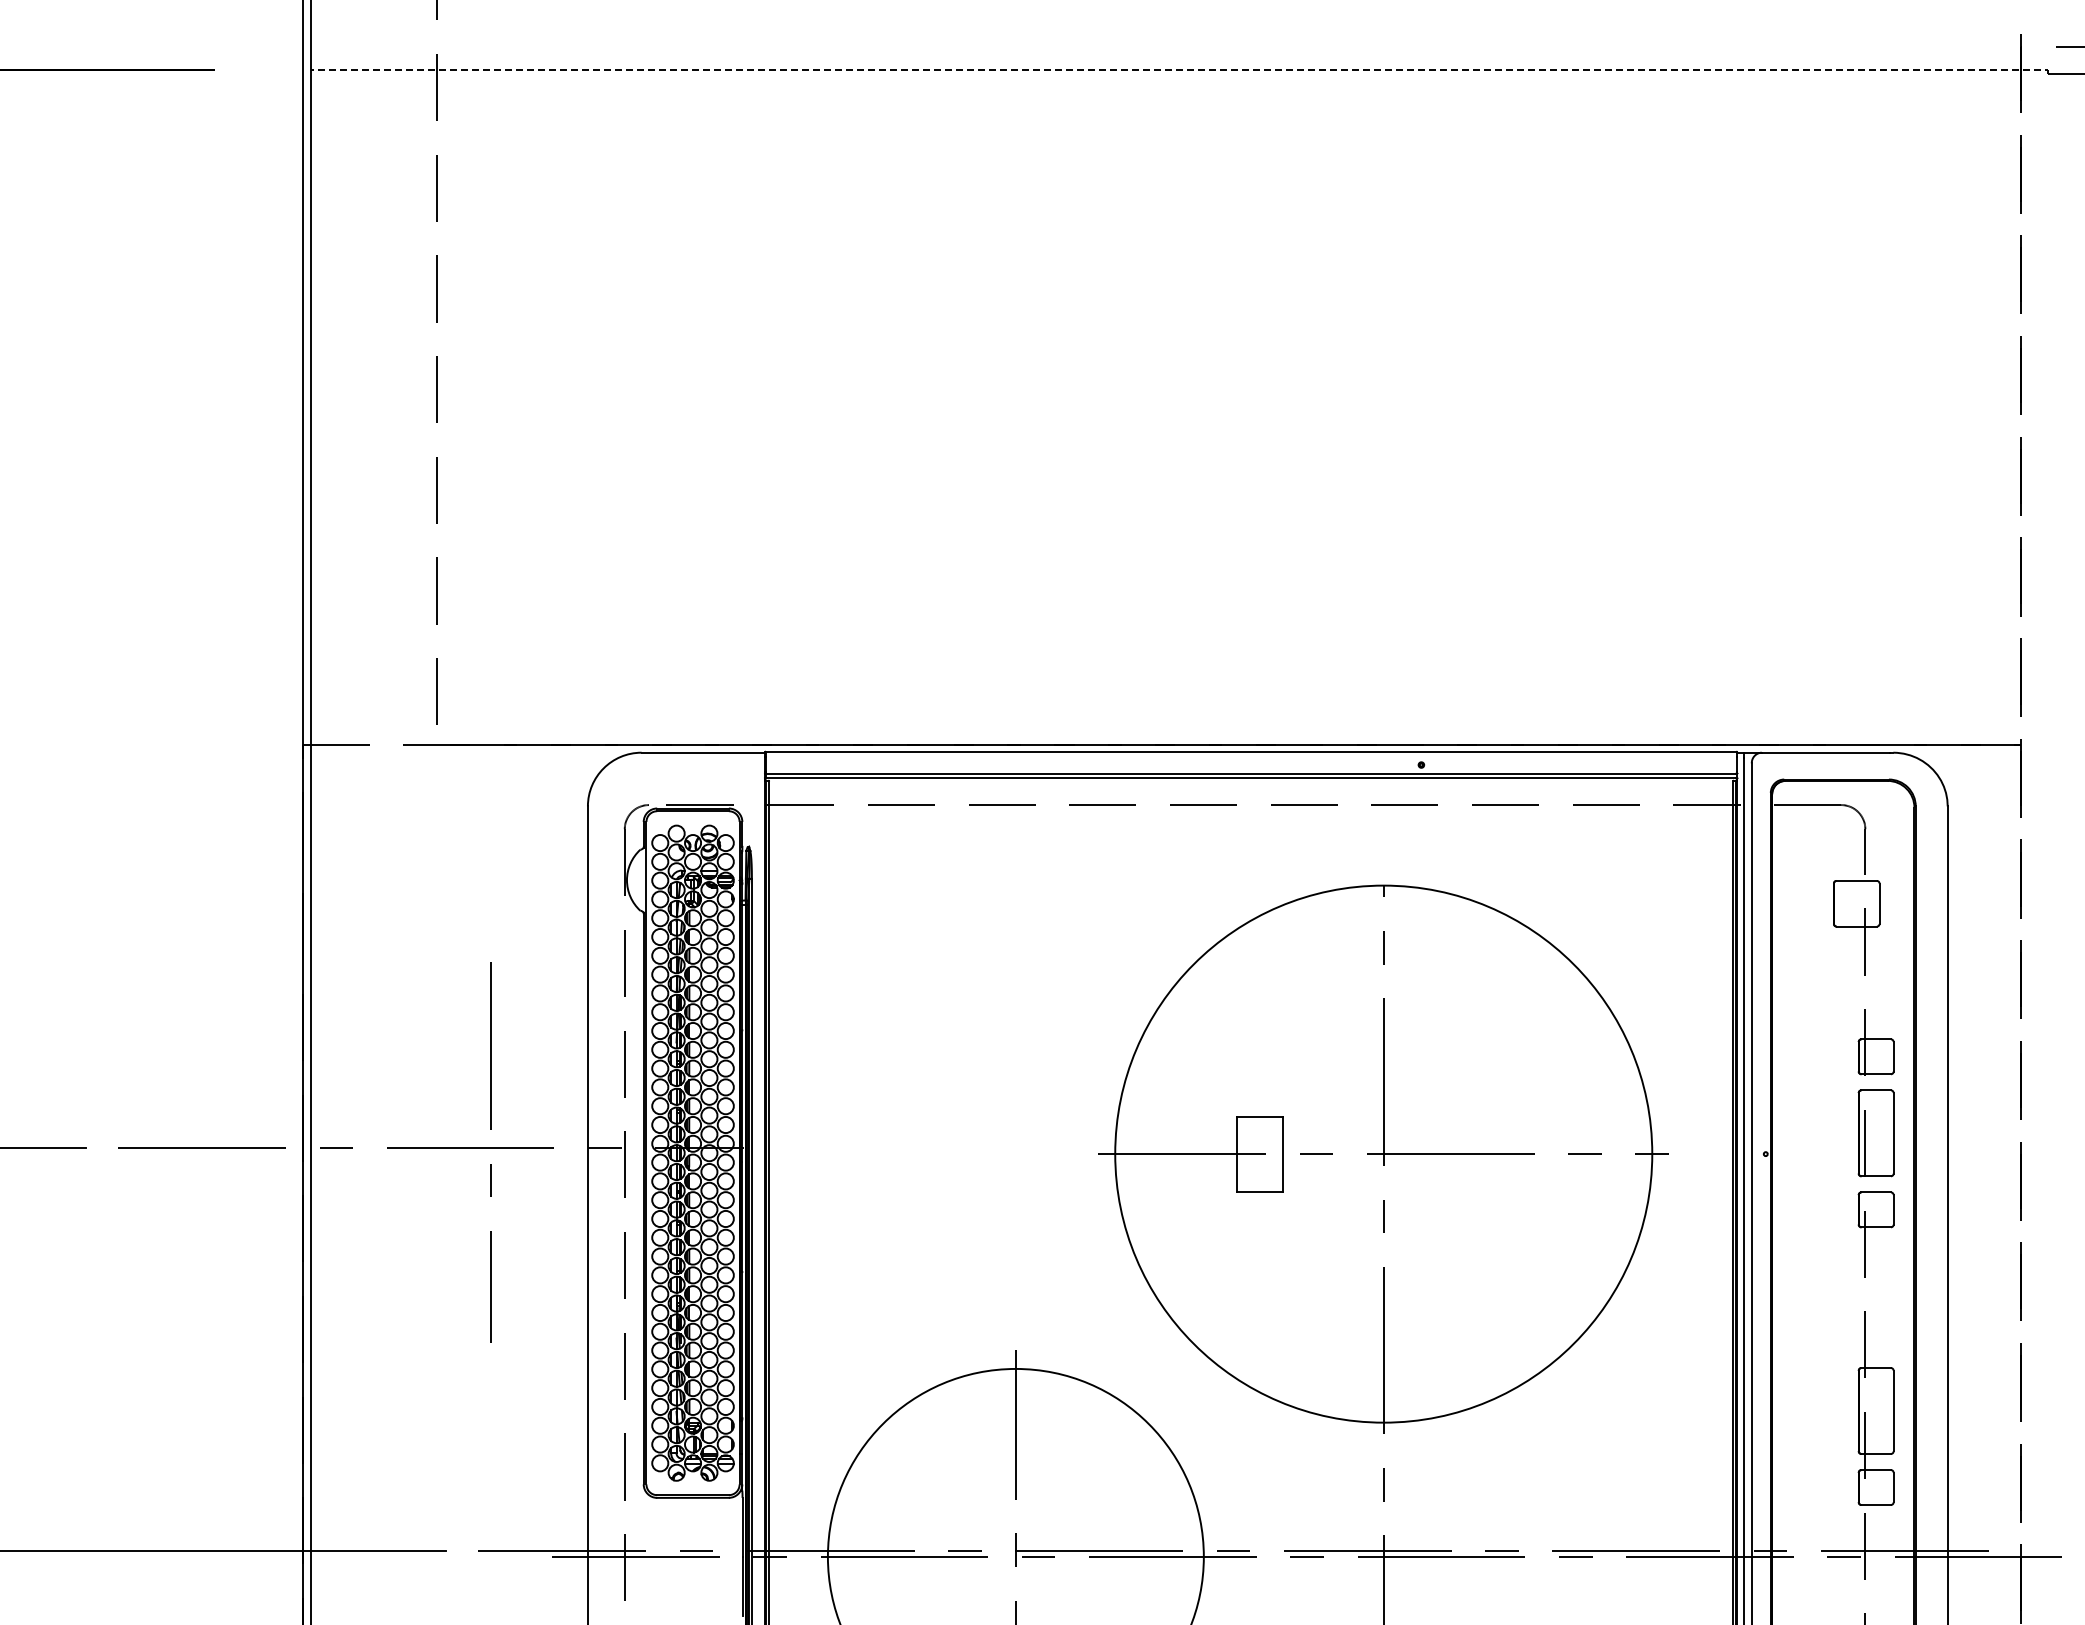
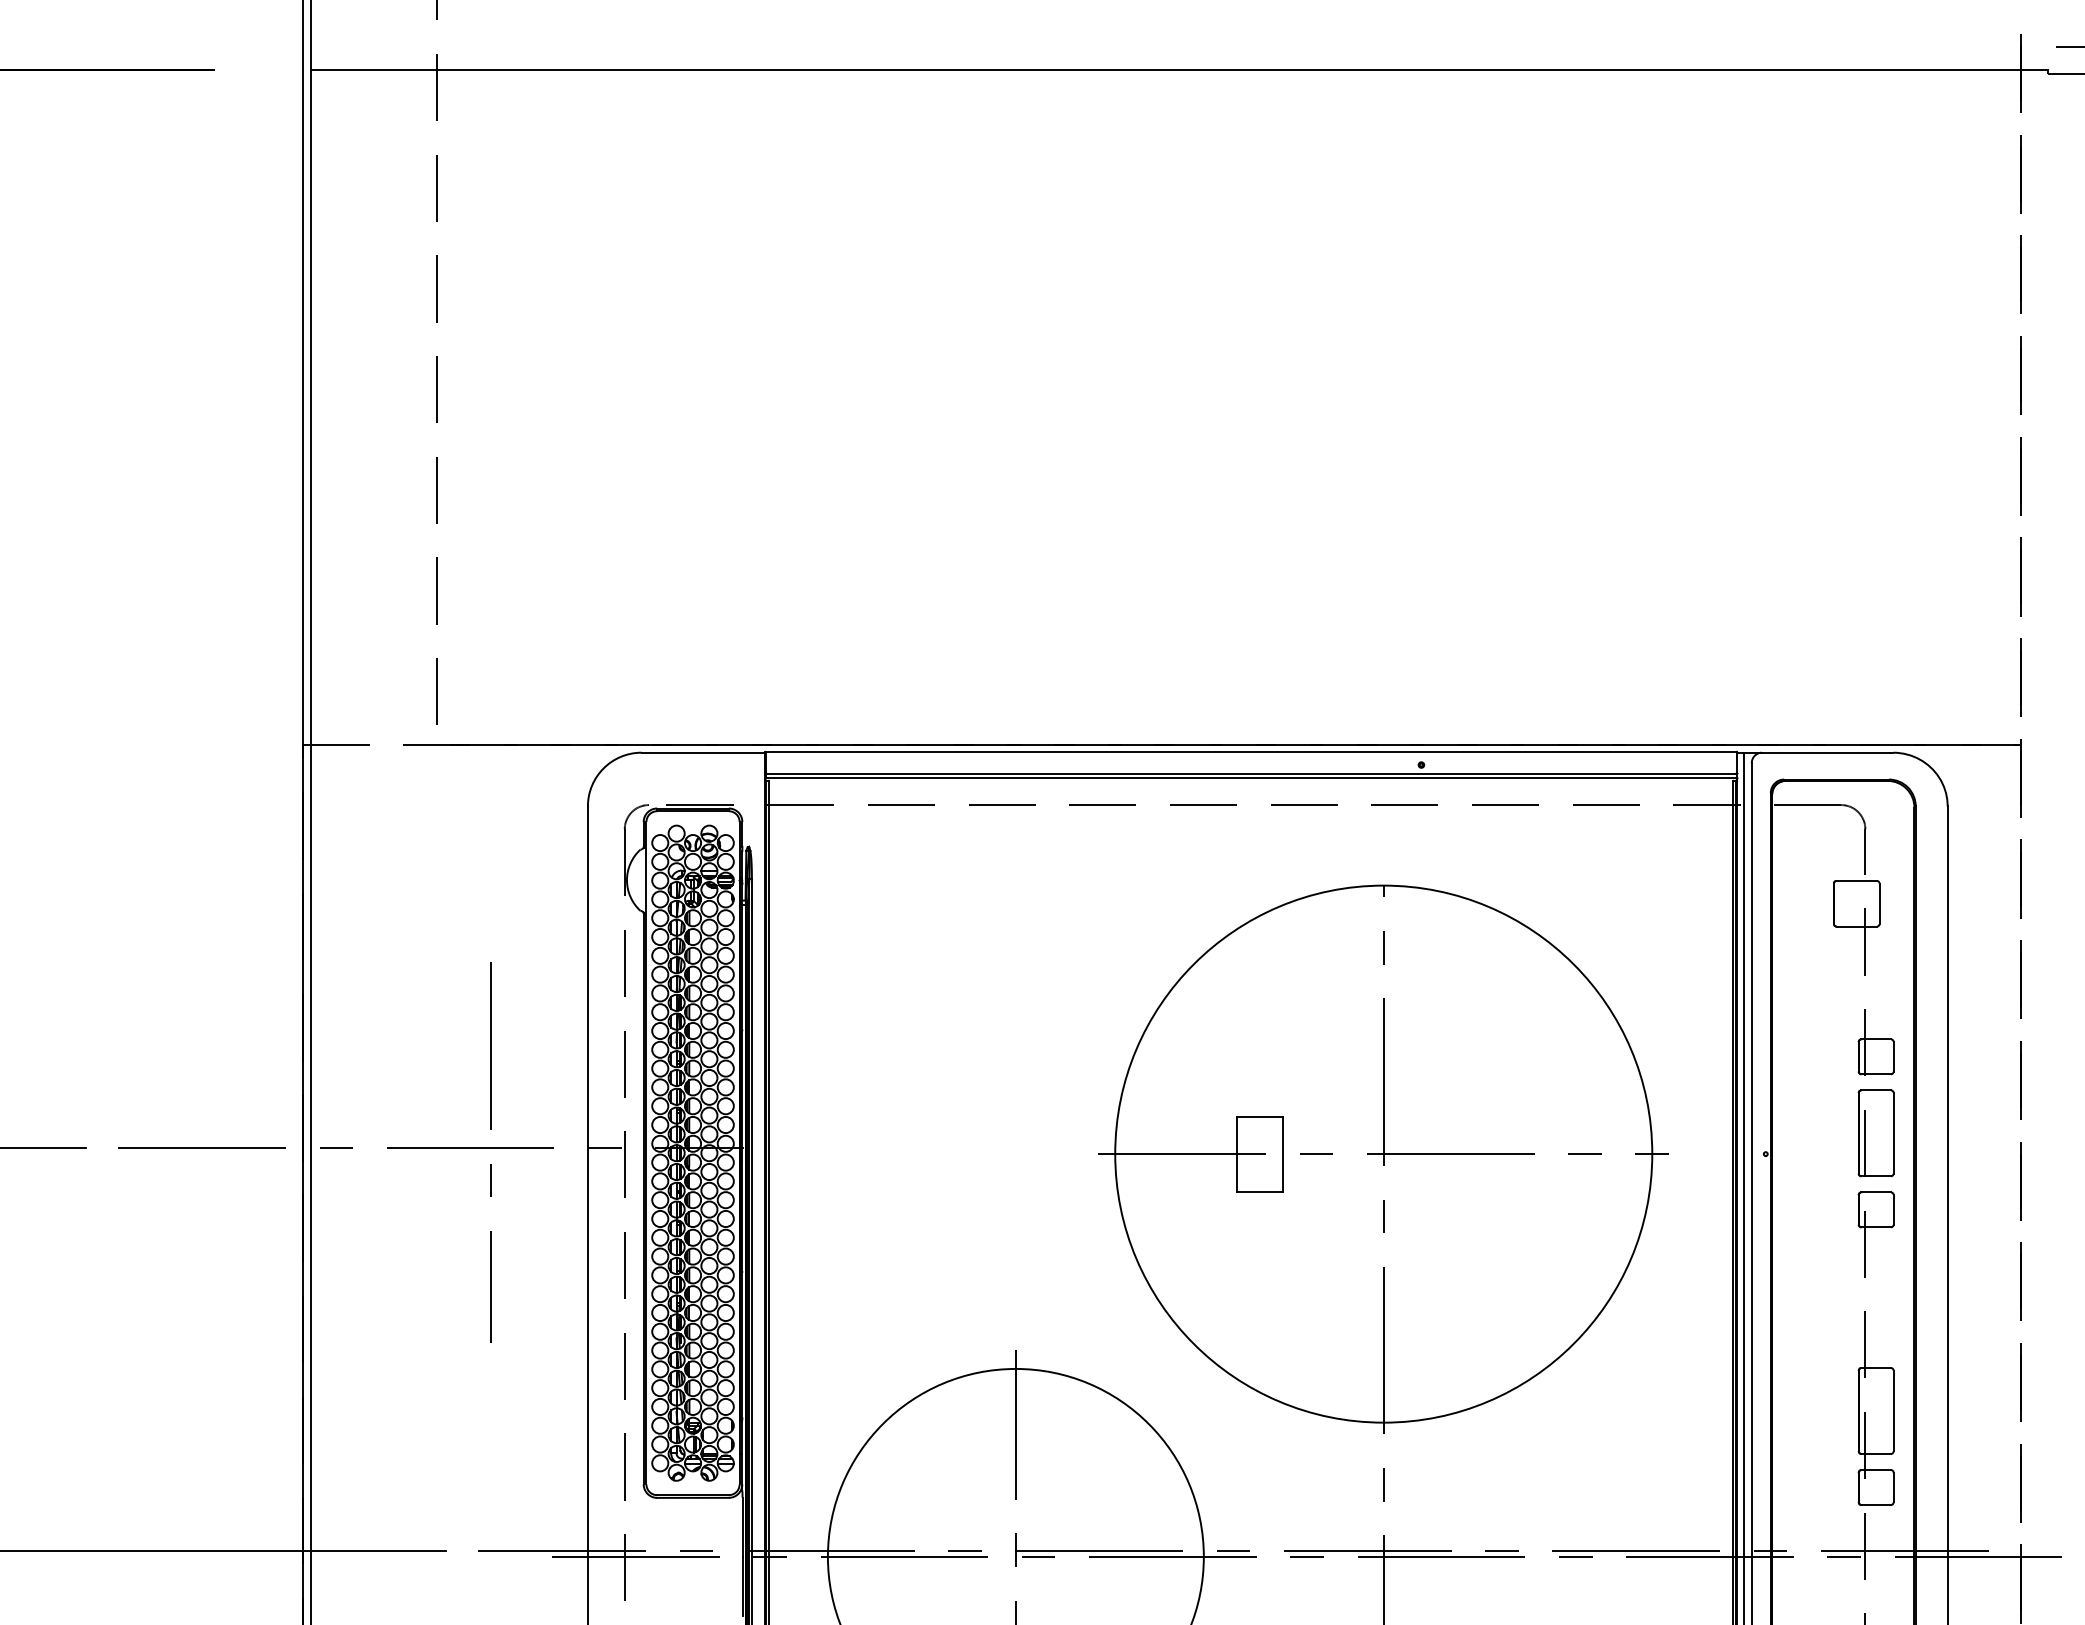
line at (1182, 70): dashed -> solid
